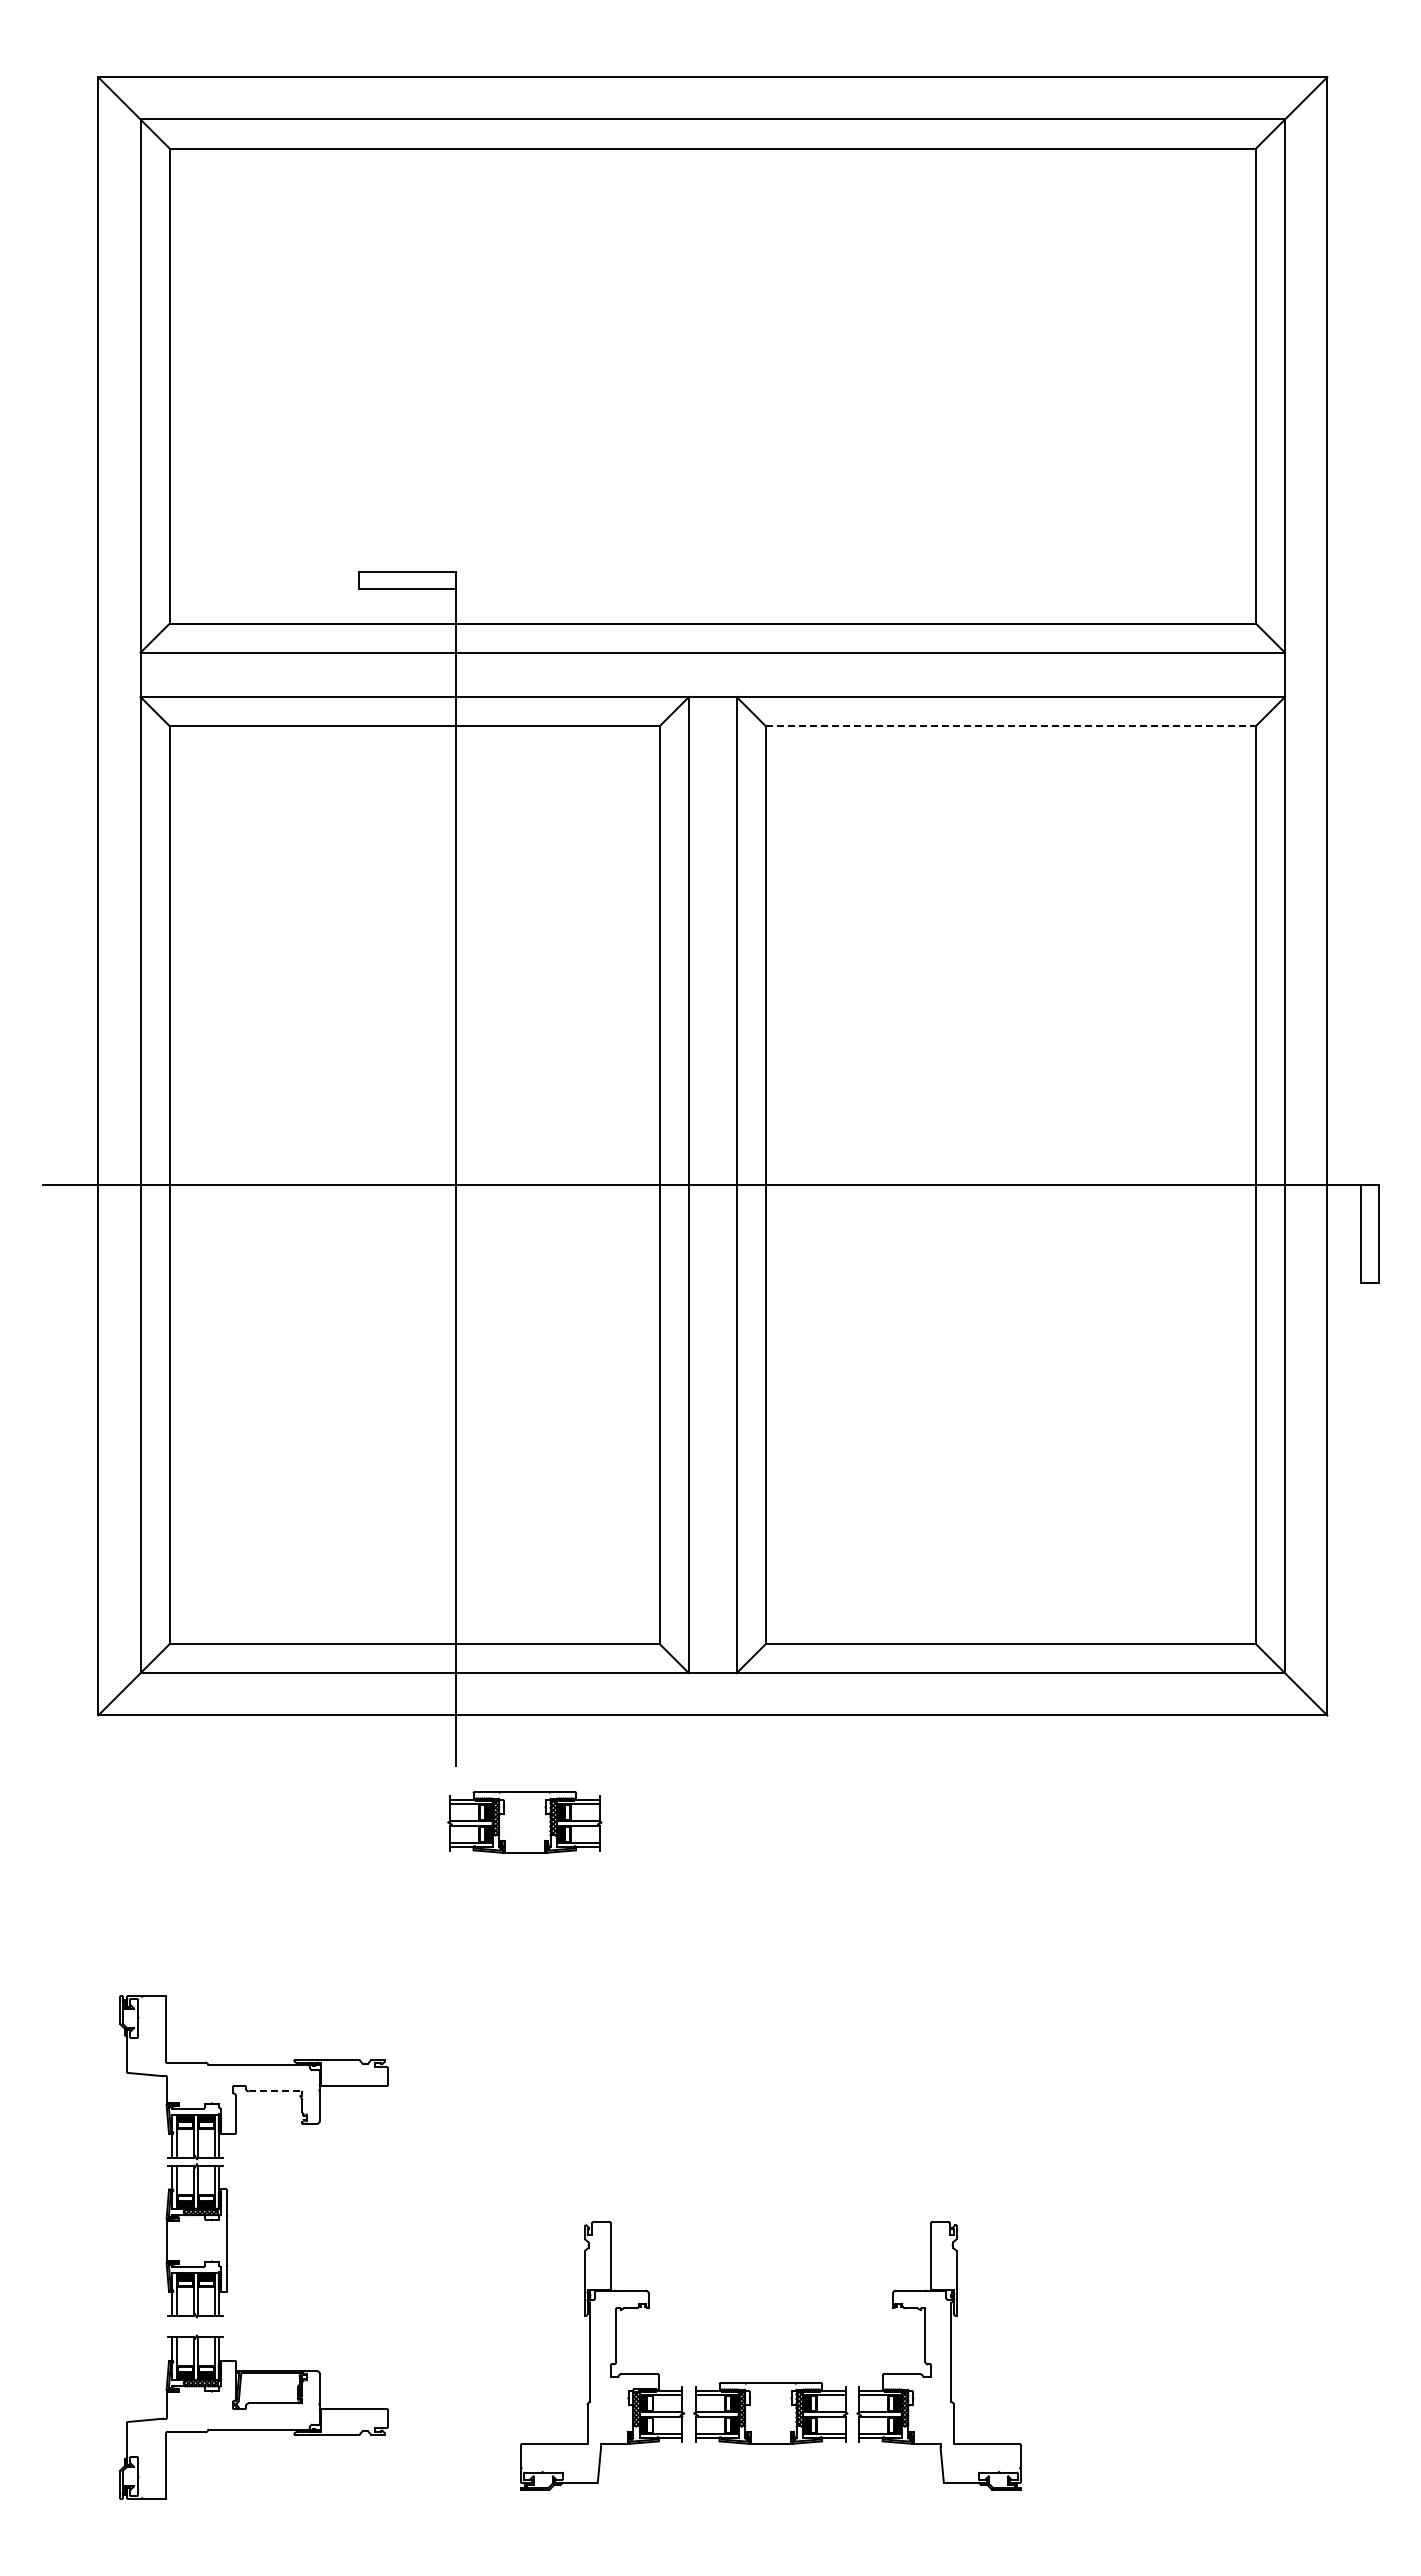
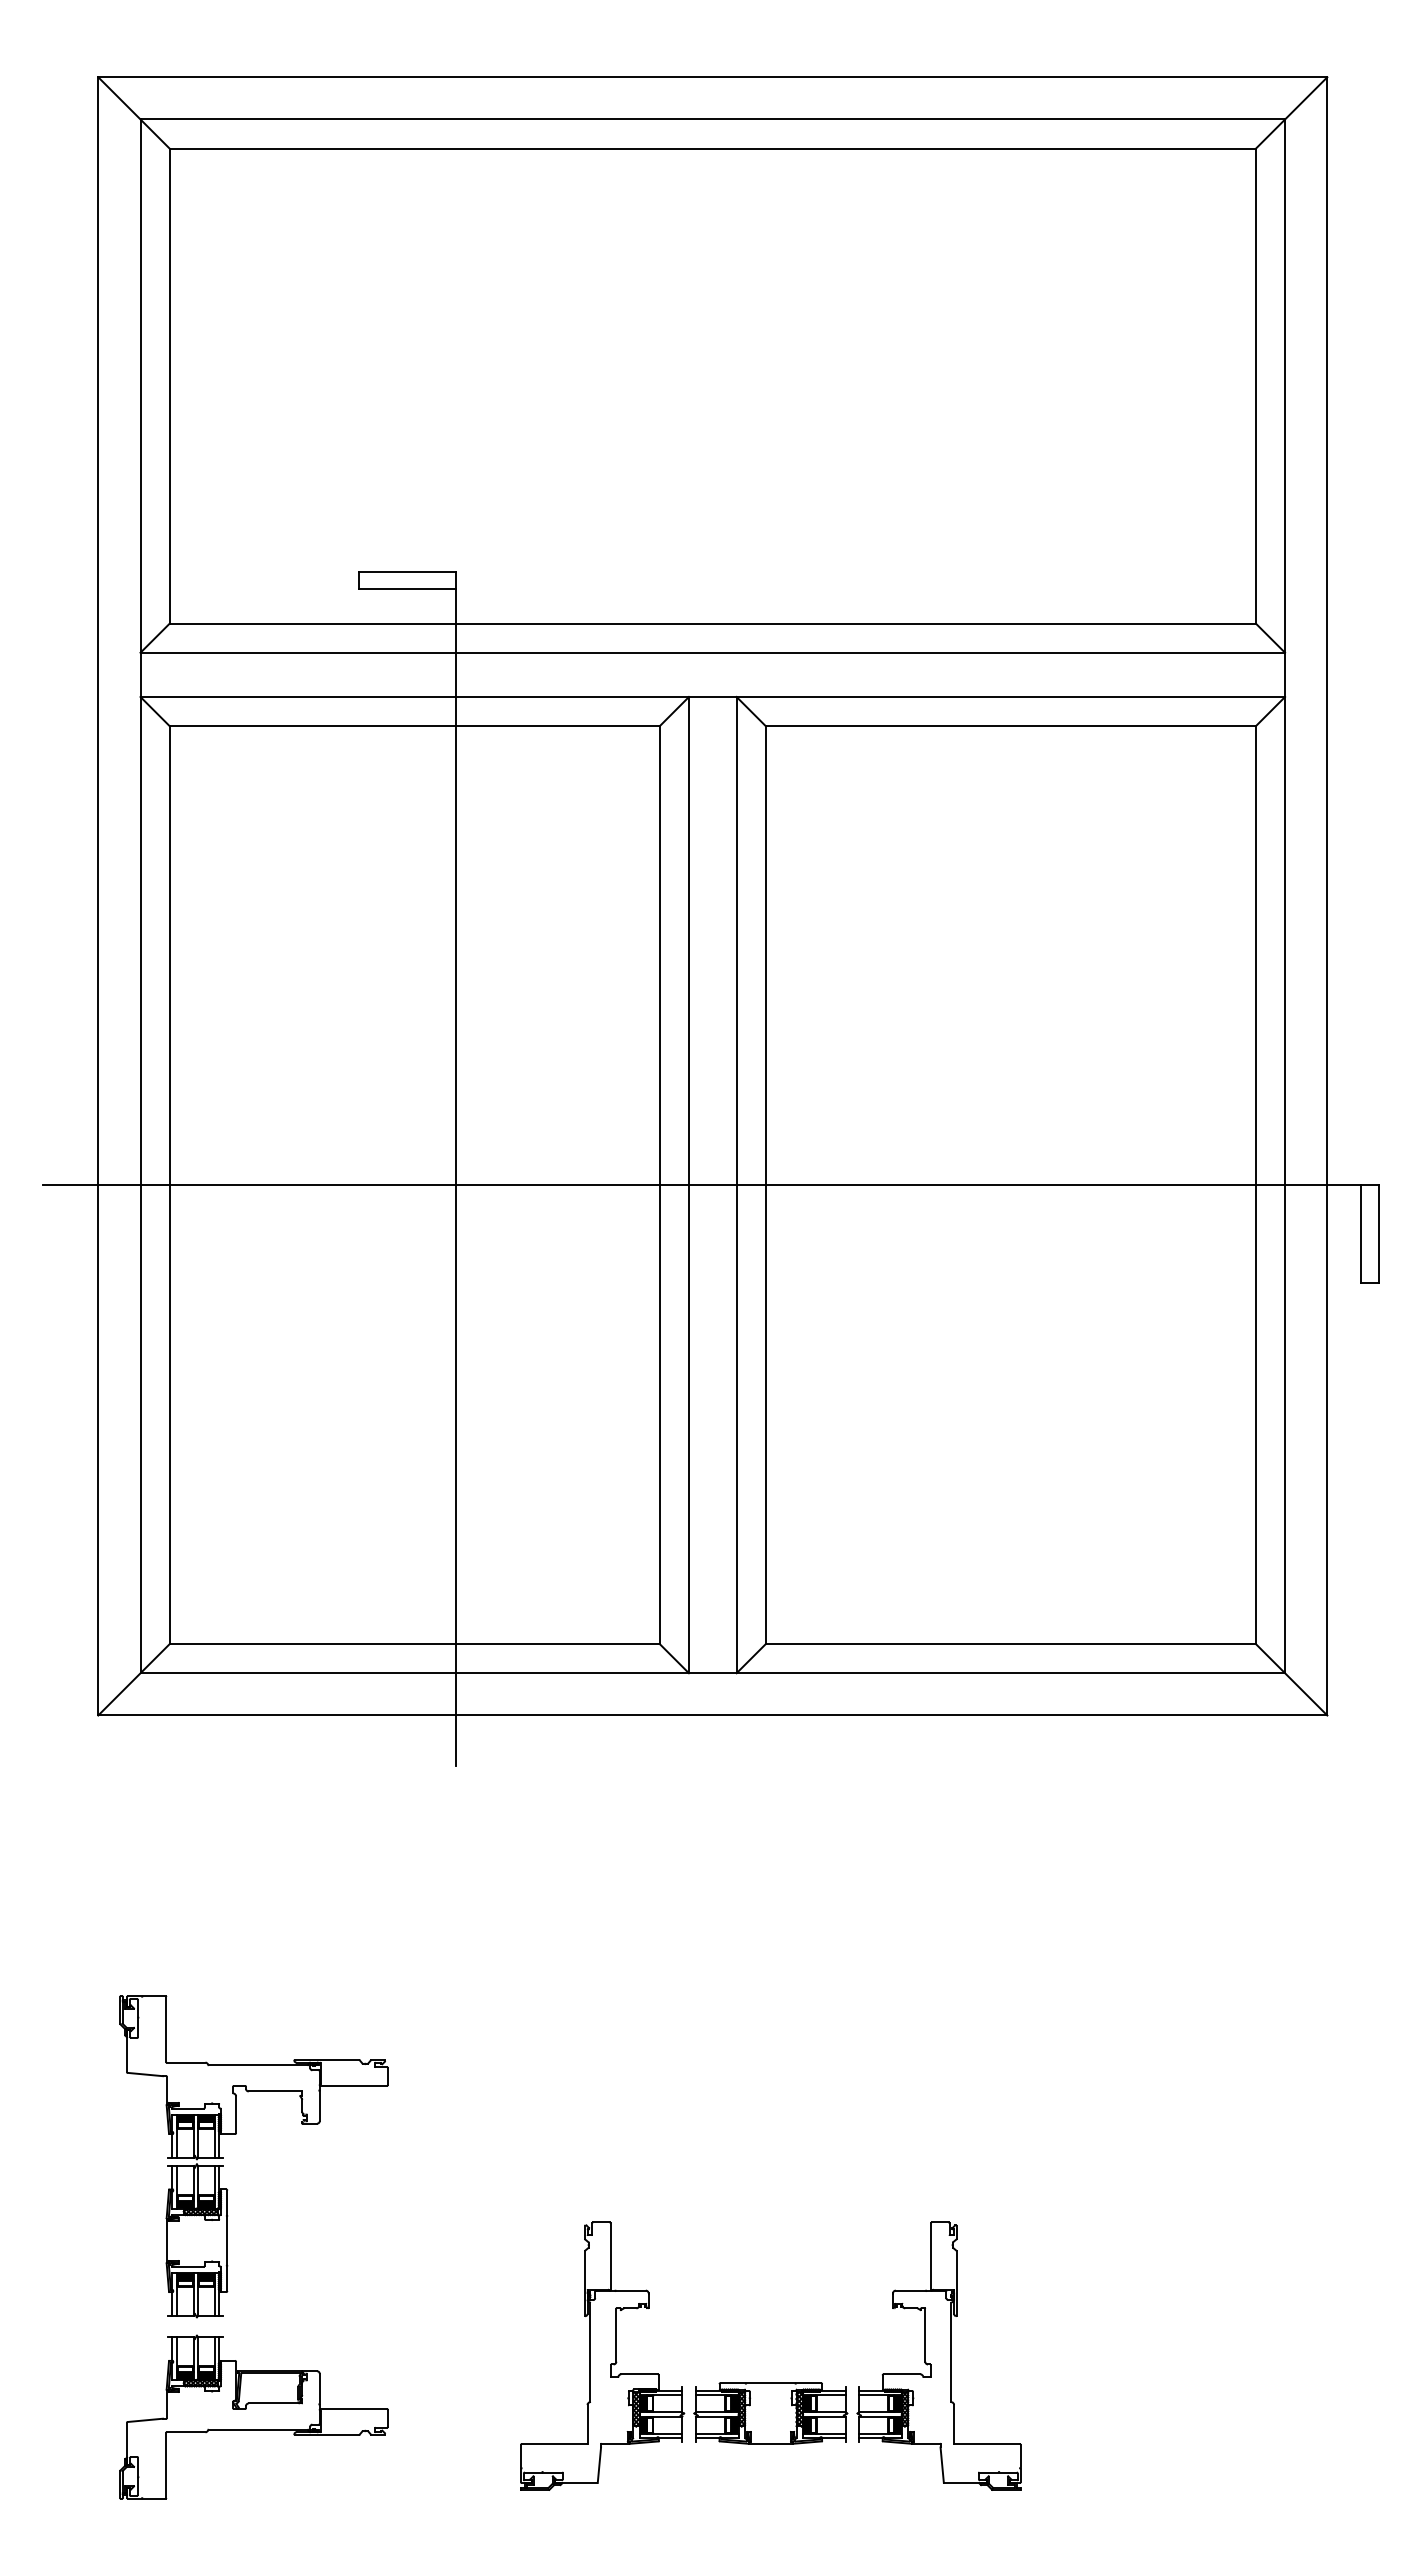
line at (1011, 726): dashed -> solid
part at (524, 1822): present -> none
line at (275, 2091): dashed -> solid
